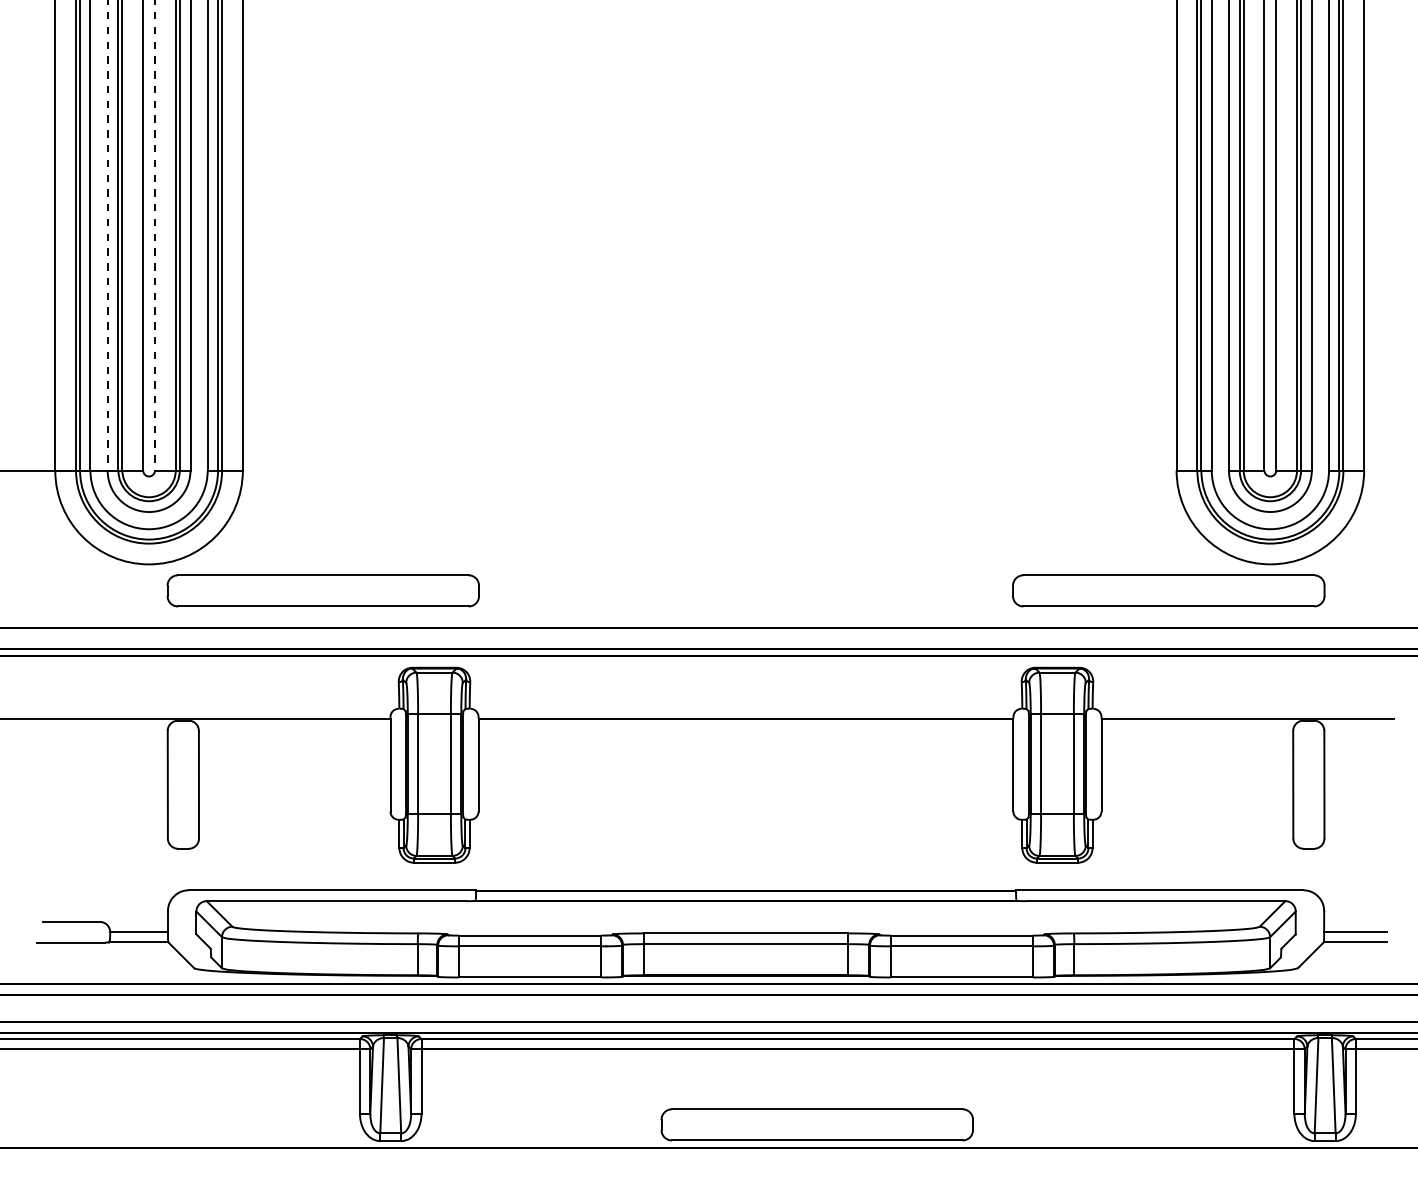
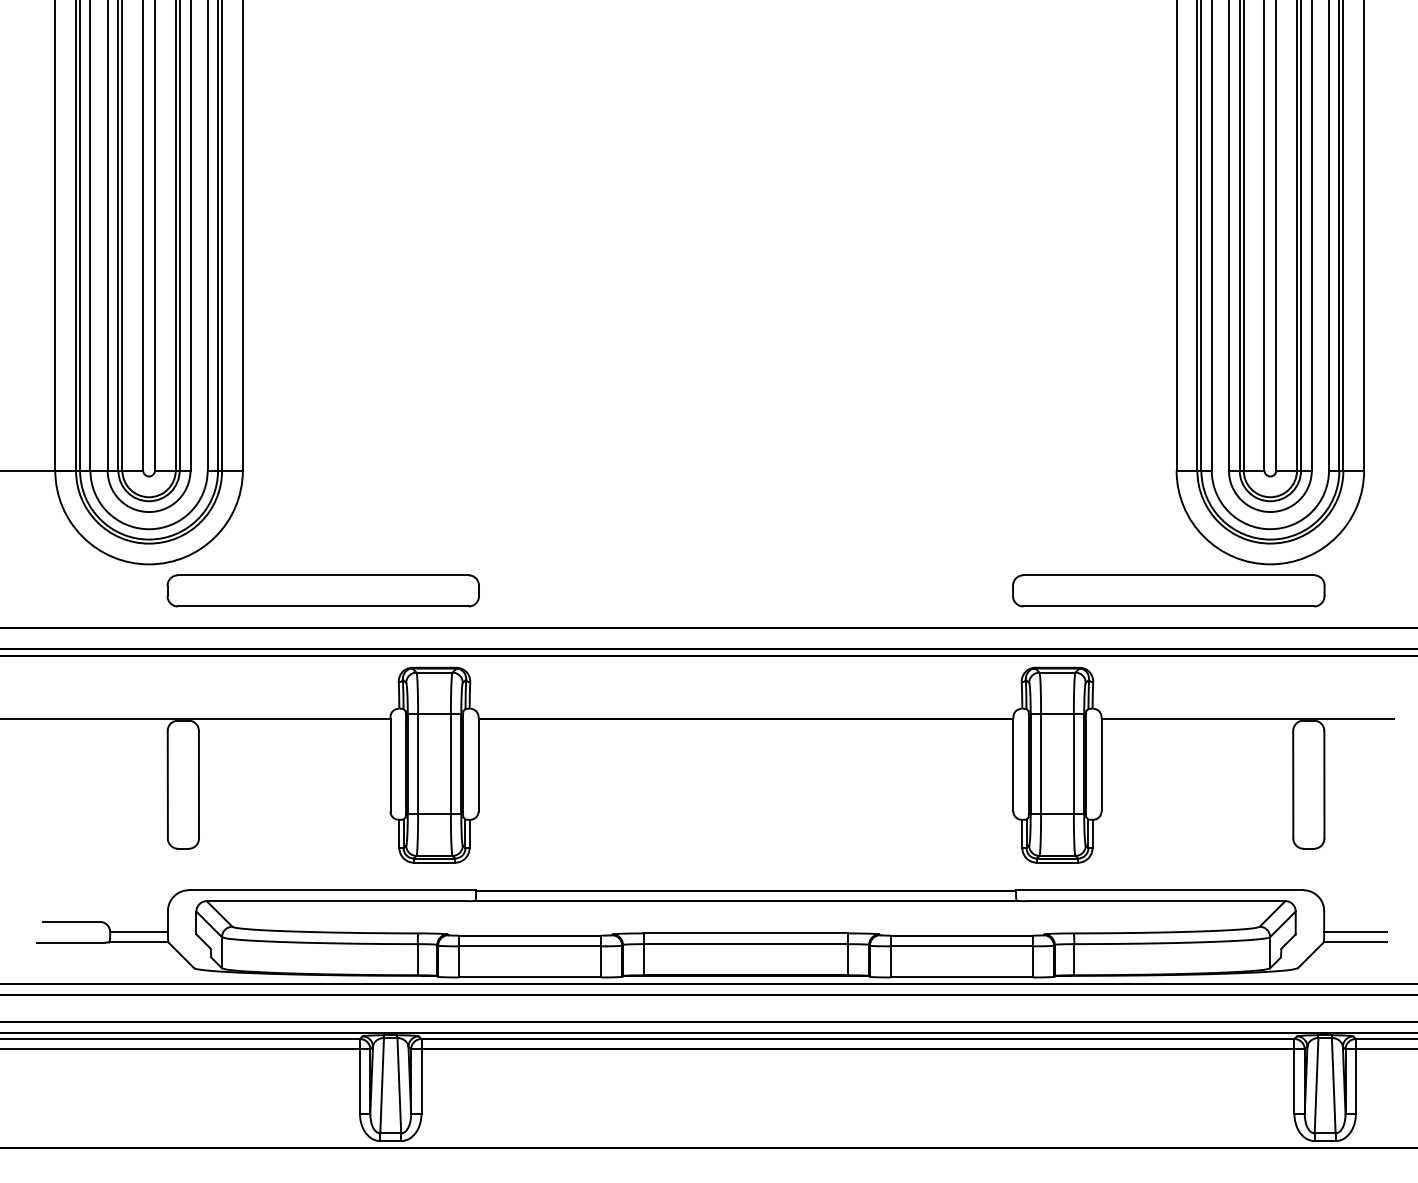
line at (107, 235): dashed -> solid
line at (154, 235): dashed -> solid
part at (816, 1124): present -> none
